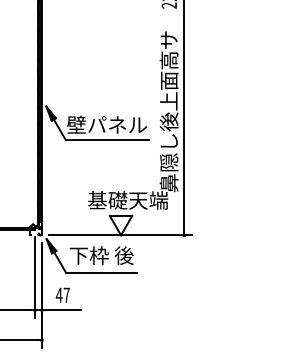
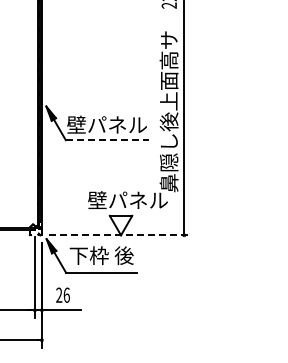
line at (107, 140): solid -> dashed
text at (128, 200): 基礎天端 -> 壁パネル
line at (120, 235): solid -> dashed
text at (62, 294): 47 -> 26
